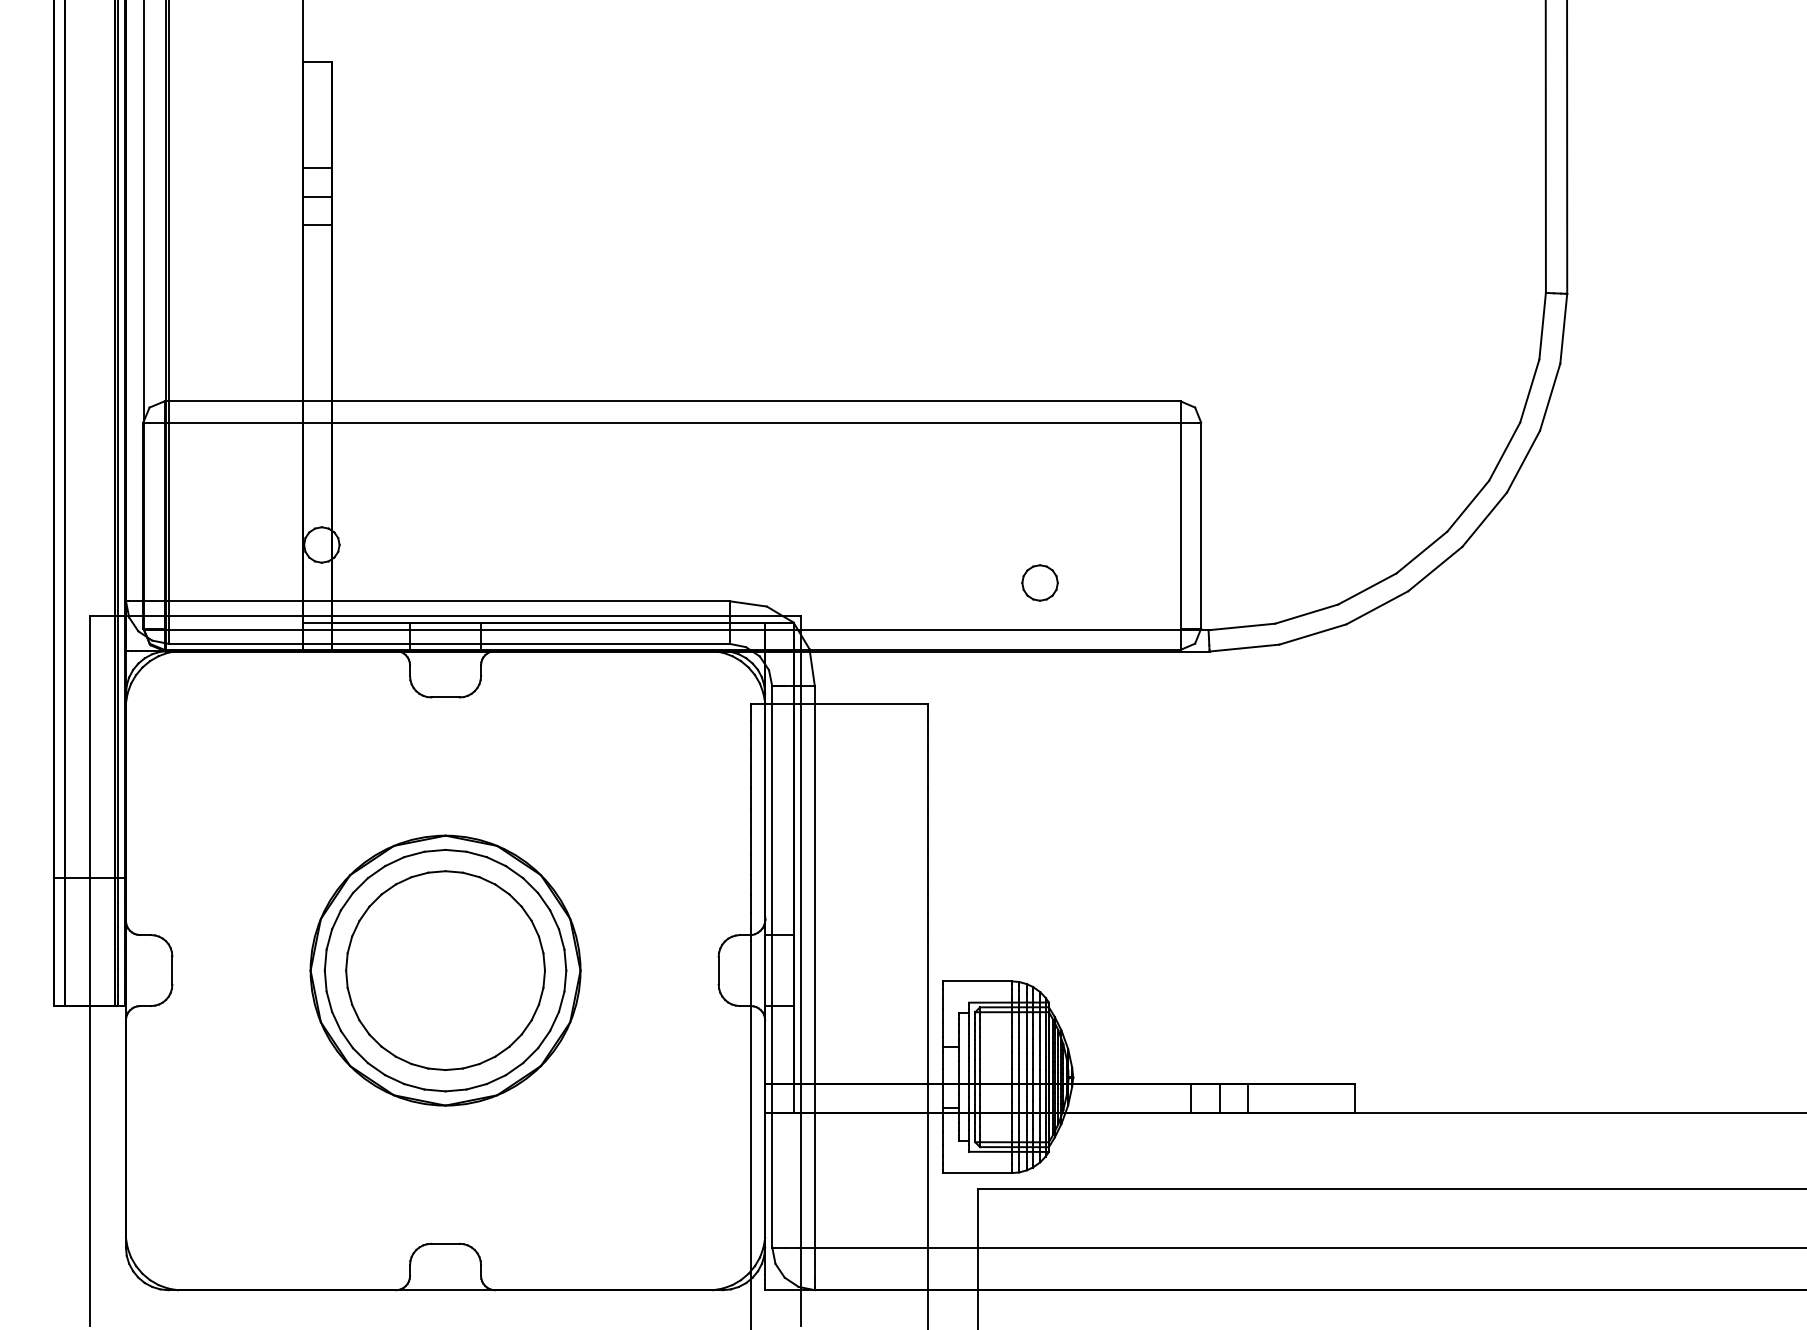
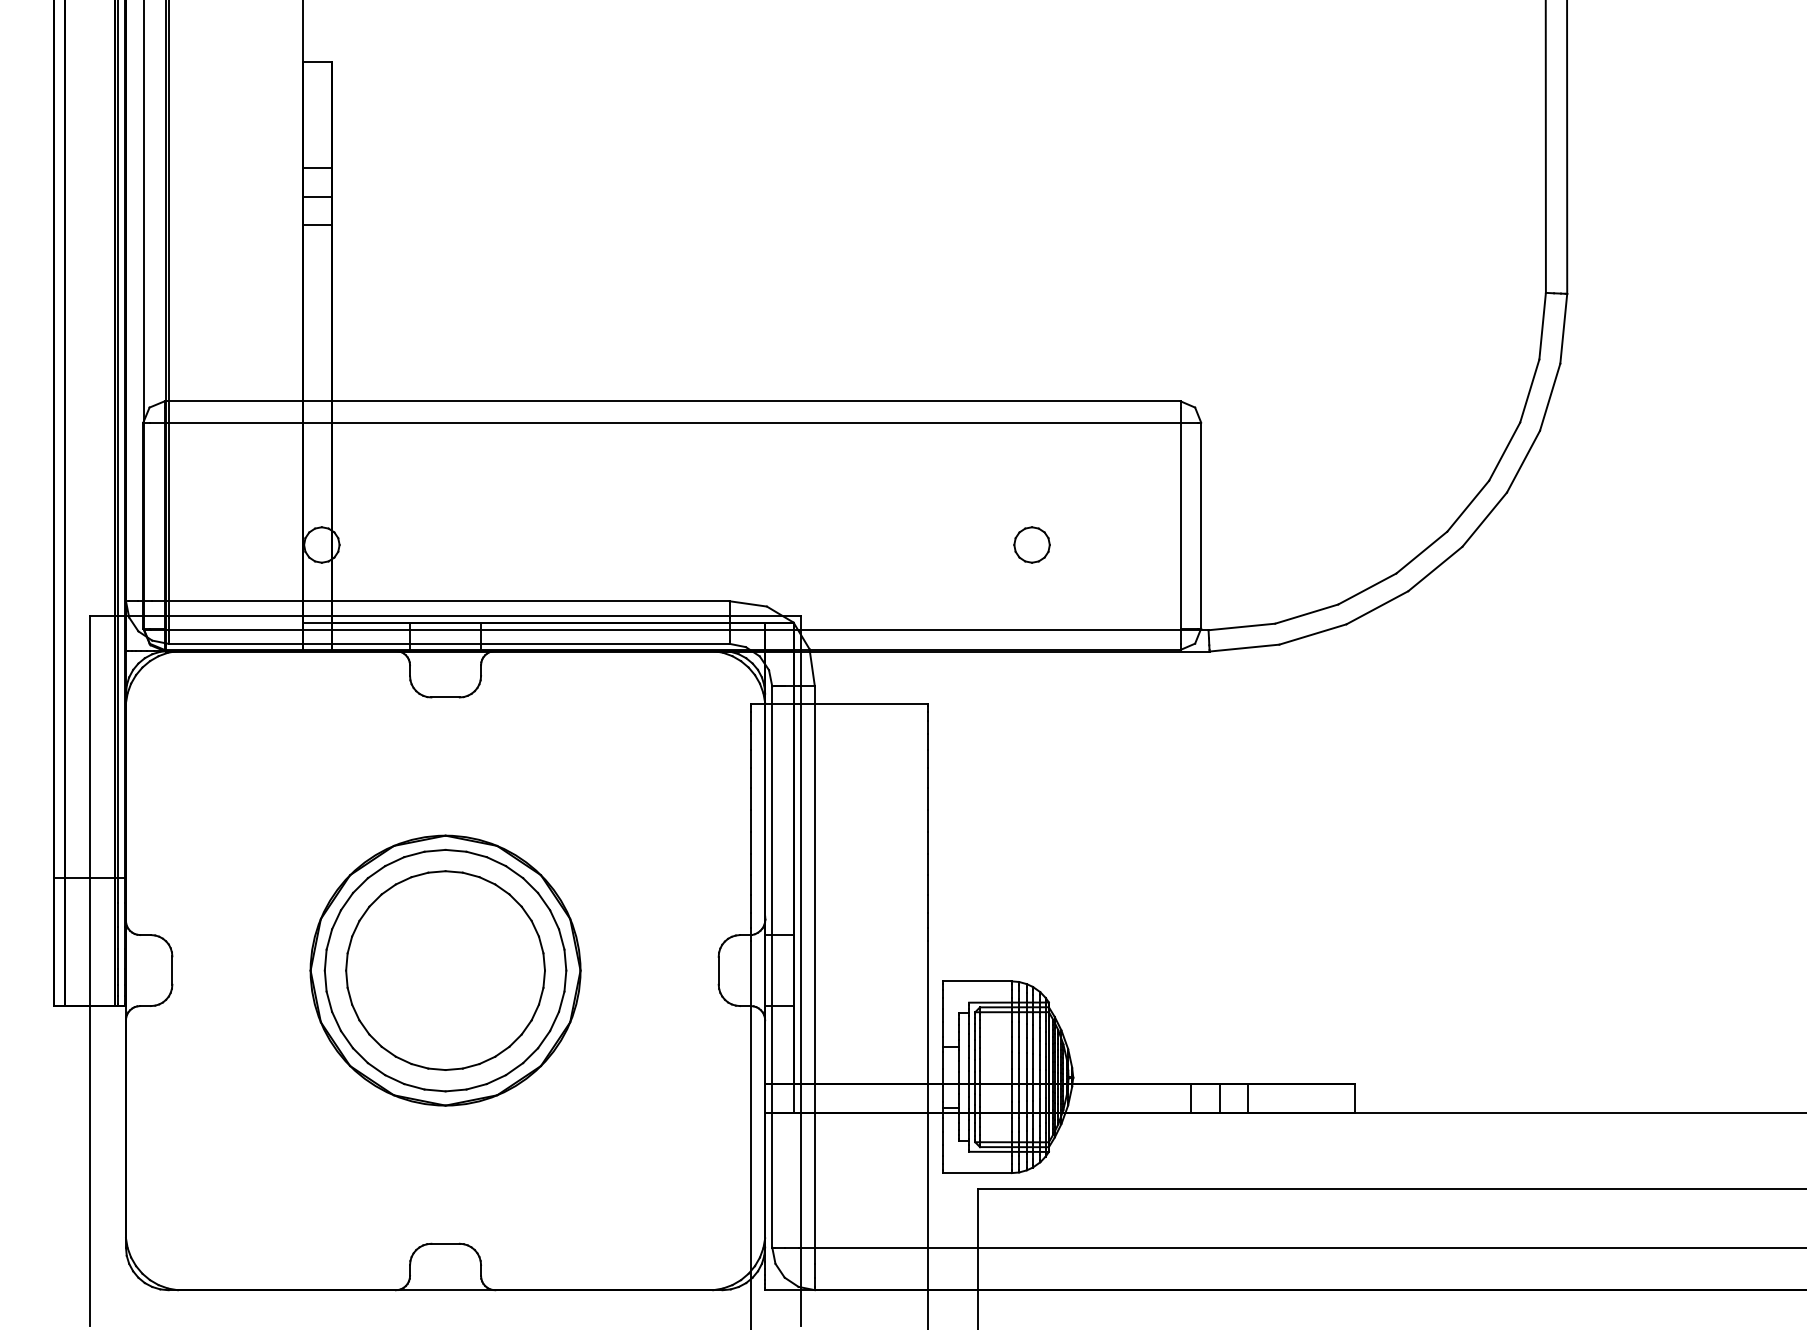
part at (1039, 582) position: (1039, 582) -> (1031, 544)
